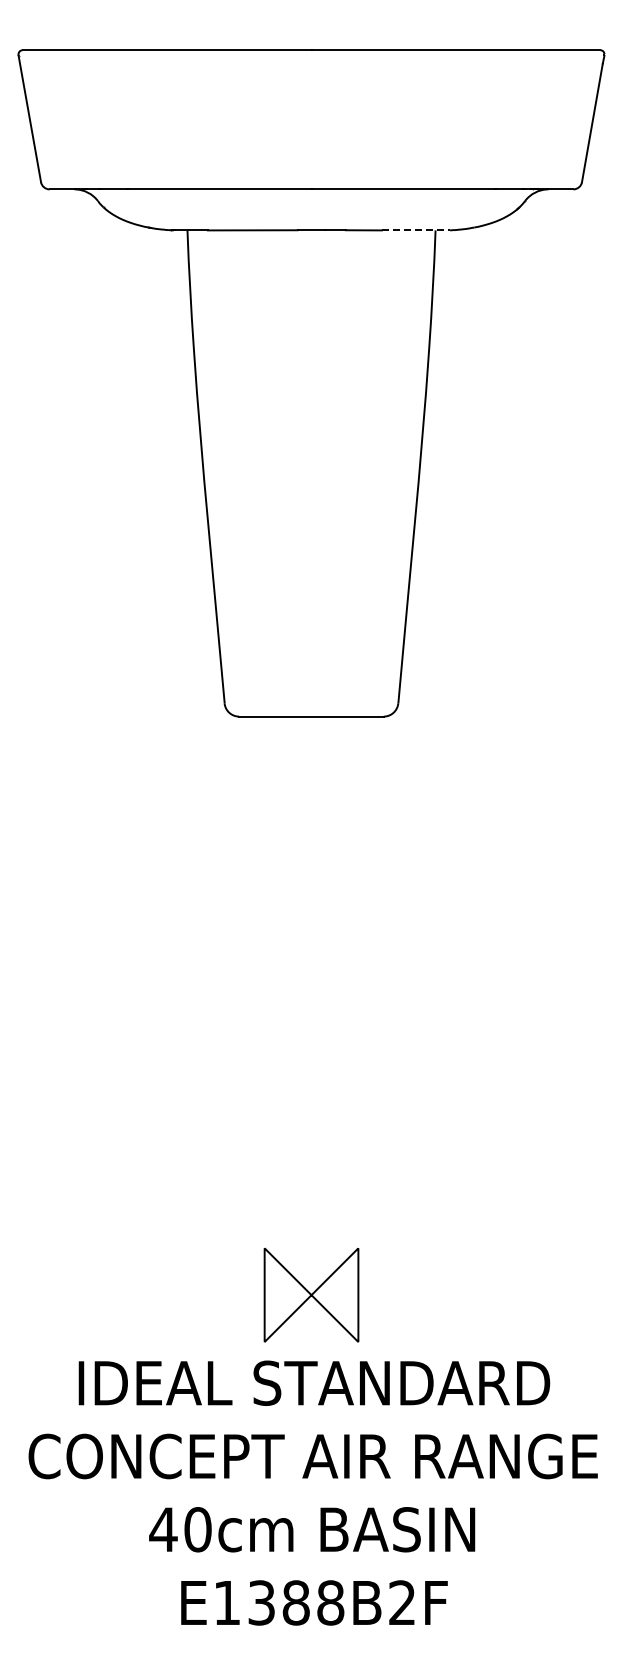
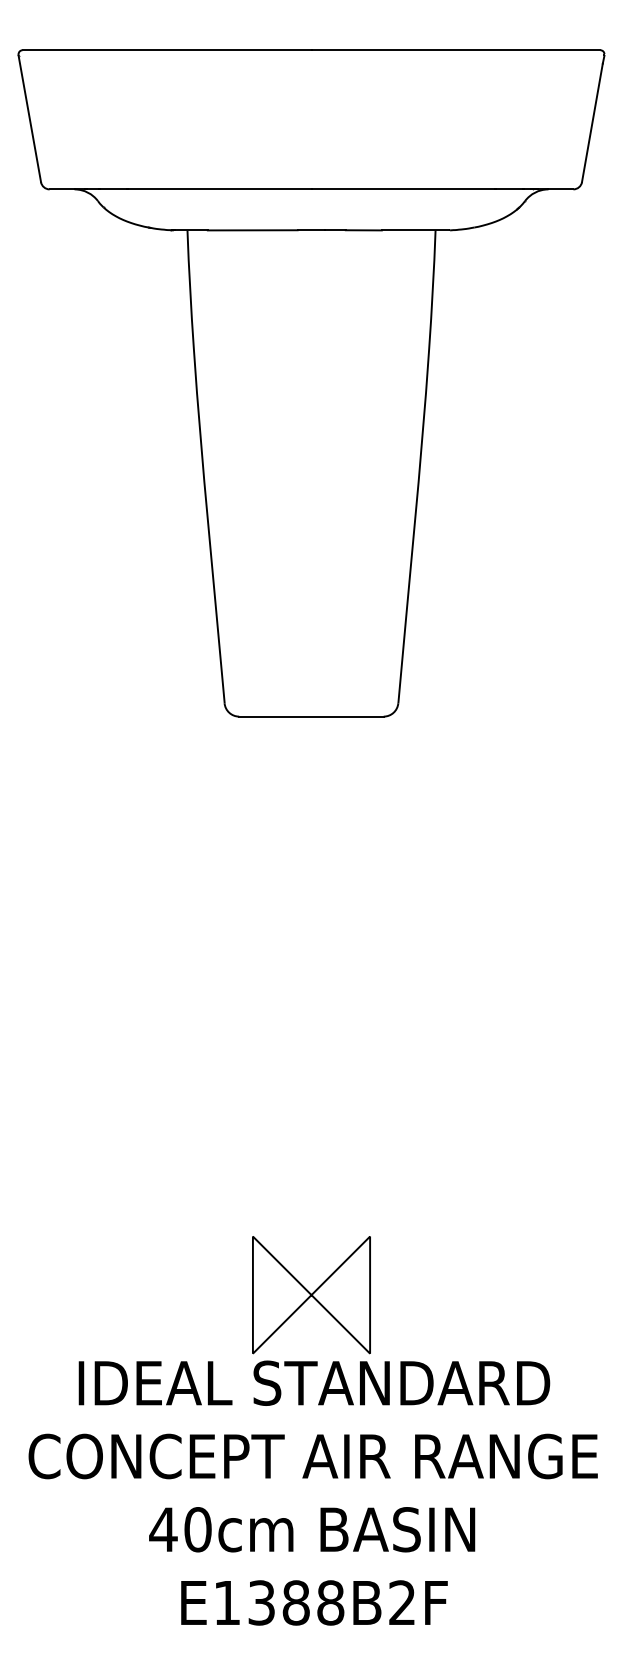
line at (415, 230): dashed -> solid
part at (311, 1294) size: 97x96 px -> 119x119 px
